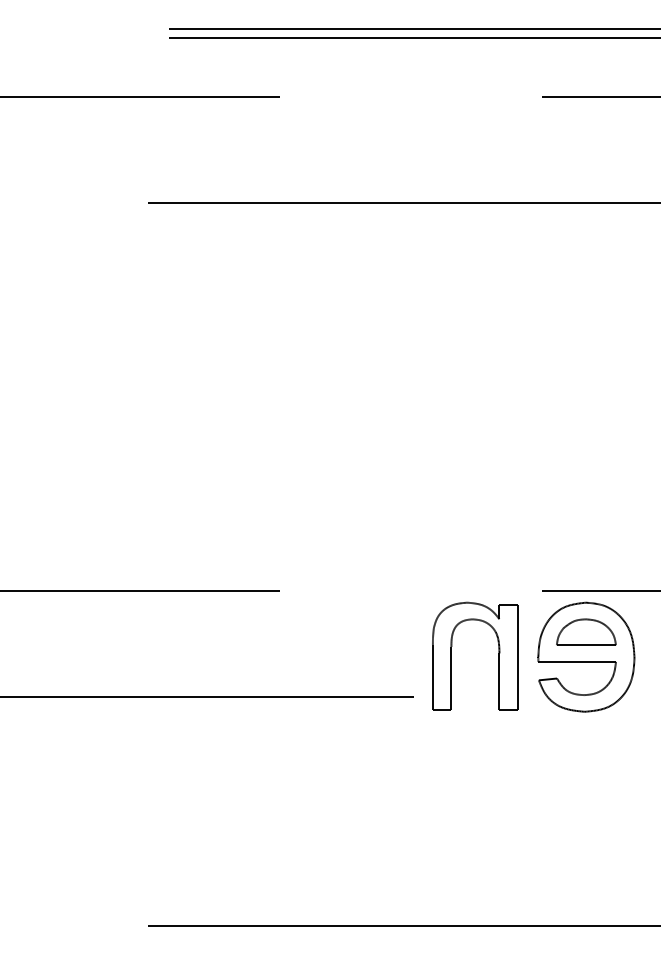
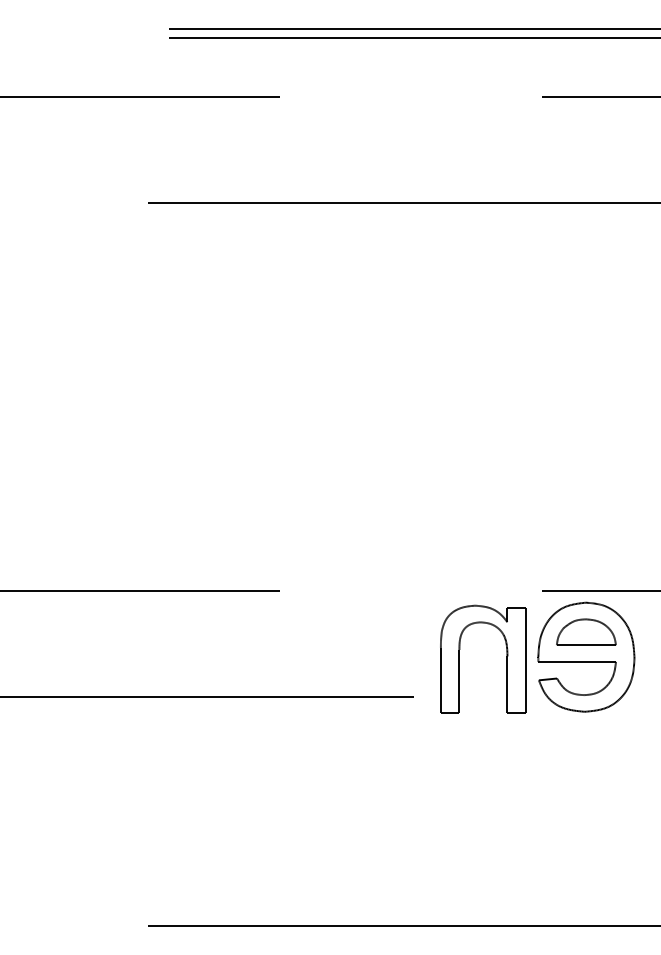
part at (498, 655) position: (498, 655) -> (506, 658)
